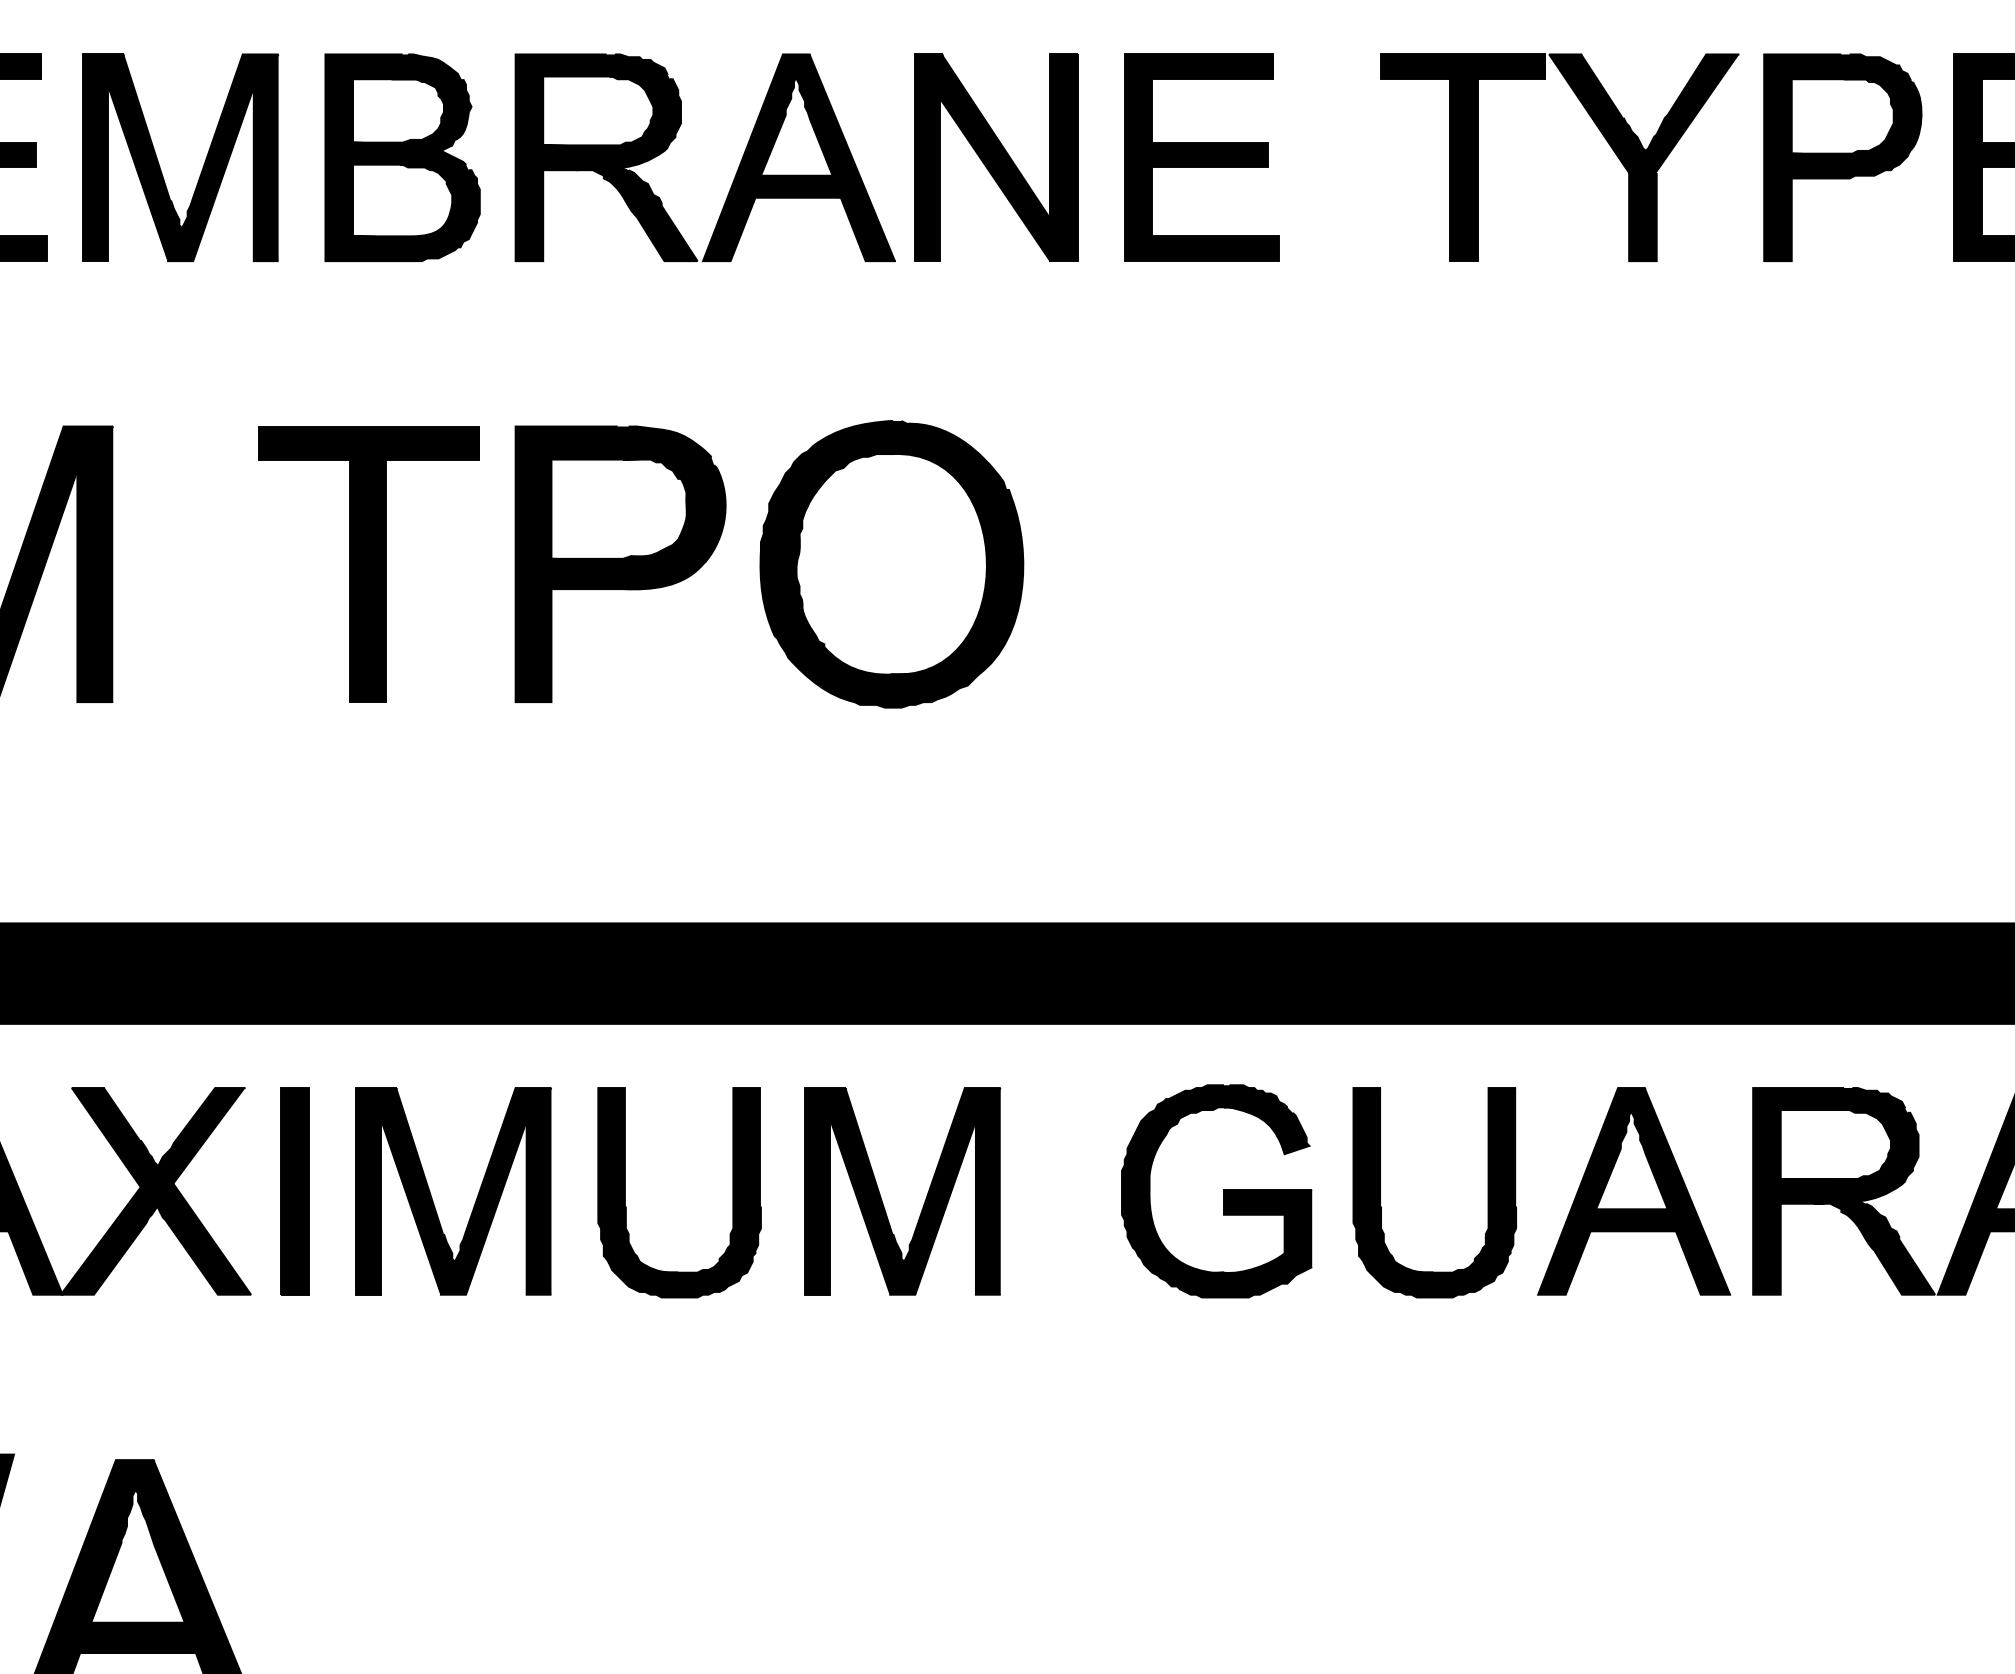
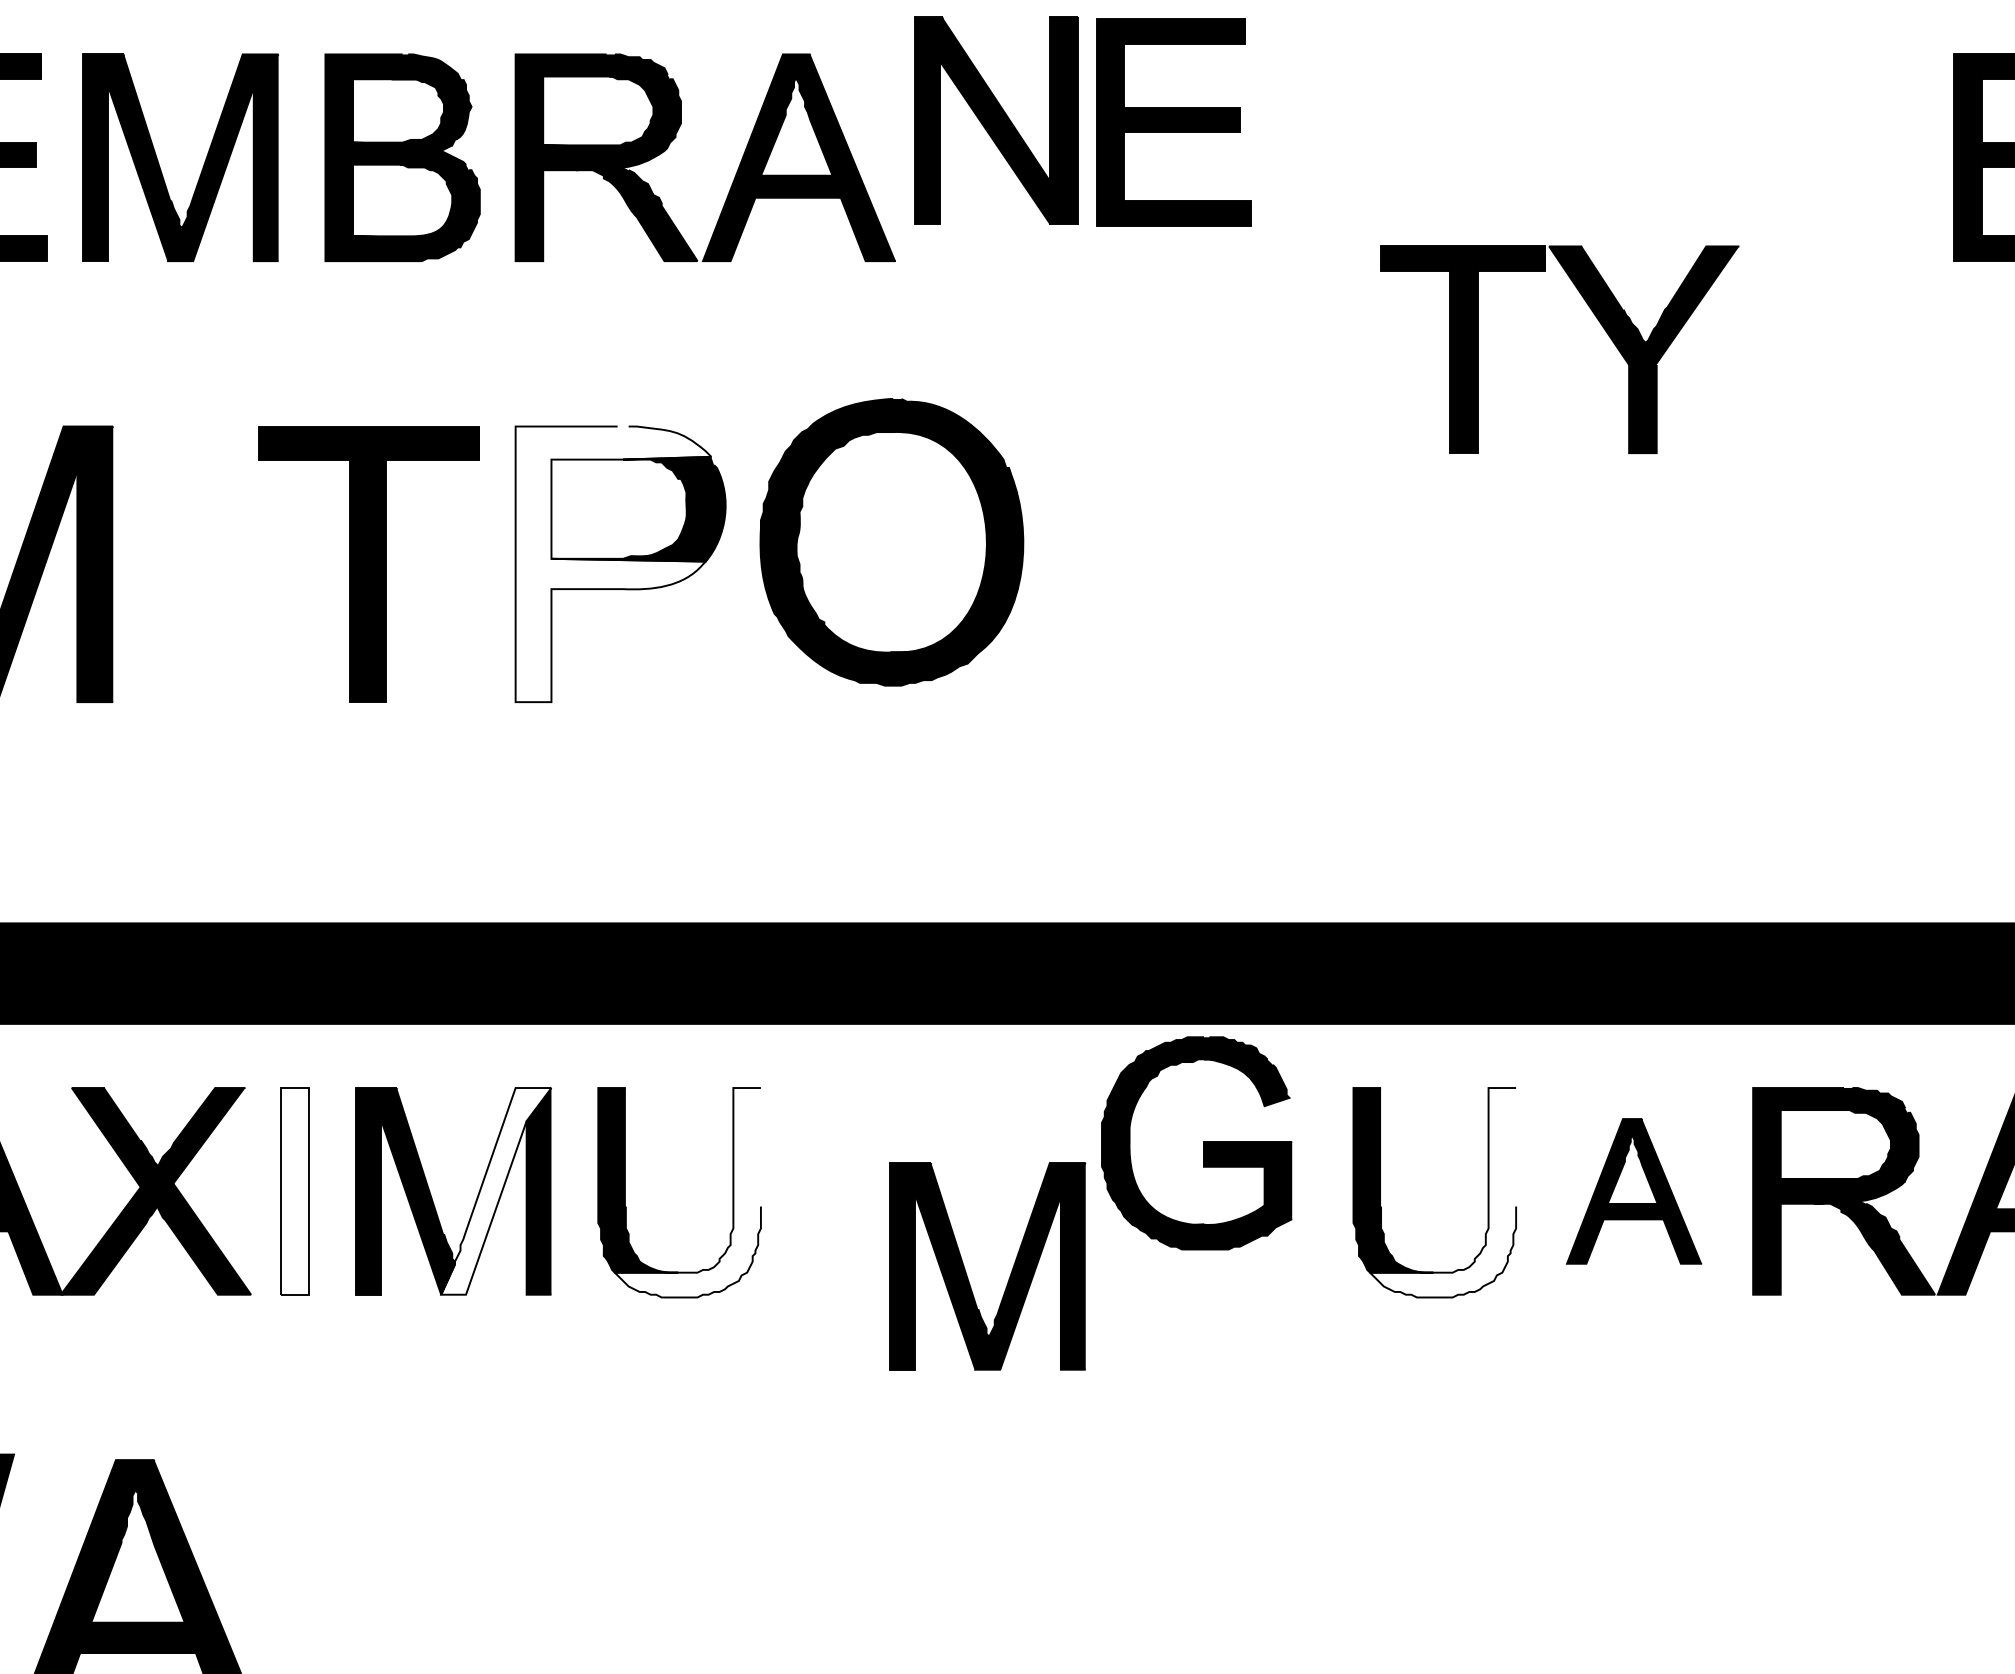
part at (1598, 129) position: (1598, 129) -> (1598, 321)
part at (996, 157) position: (996, 157) -> (996, 120)
part at (1201, 157) position: (1201, 157) -> (1173, 122)
part at (1842, 157): present -> none
fill at (613, 564): present -> none
part at (891, 564) position: (891, 564) -> (891, 542)
fill at (294, 1191): present -> none
fill at (496, 1191): present -> none
part at (1223, 1191) position: (1223, 1191) -> (1203, 1143)
part at (1634, 1191) size: 195x209 px -> 138x147 px
fill at (687, 1192): present -> none
fill at (1443, 1192): present -> none
part at (882, 1199) position: (882, 1199) -> (967, 1274)
